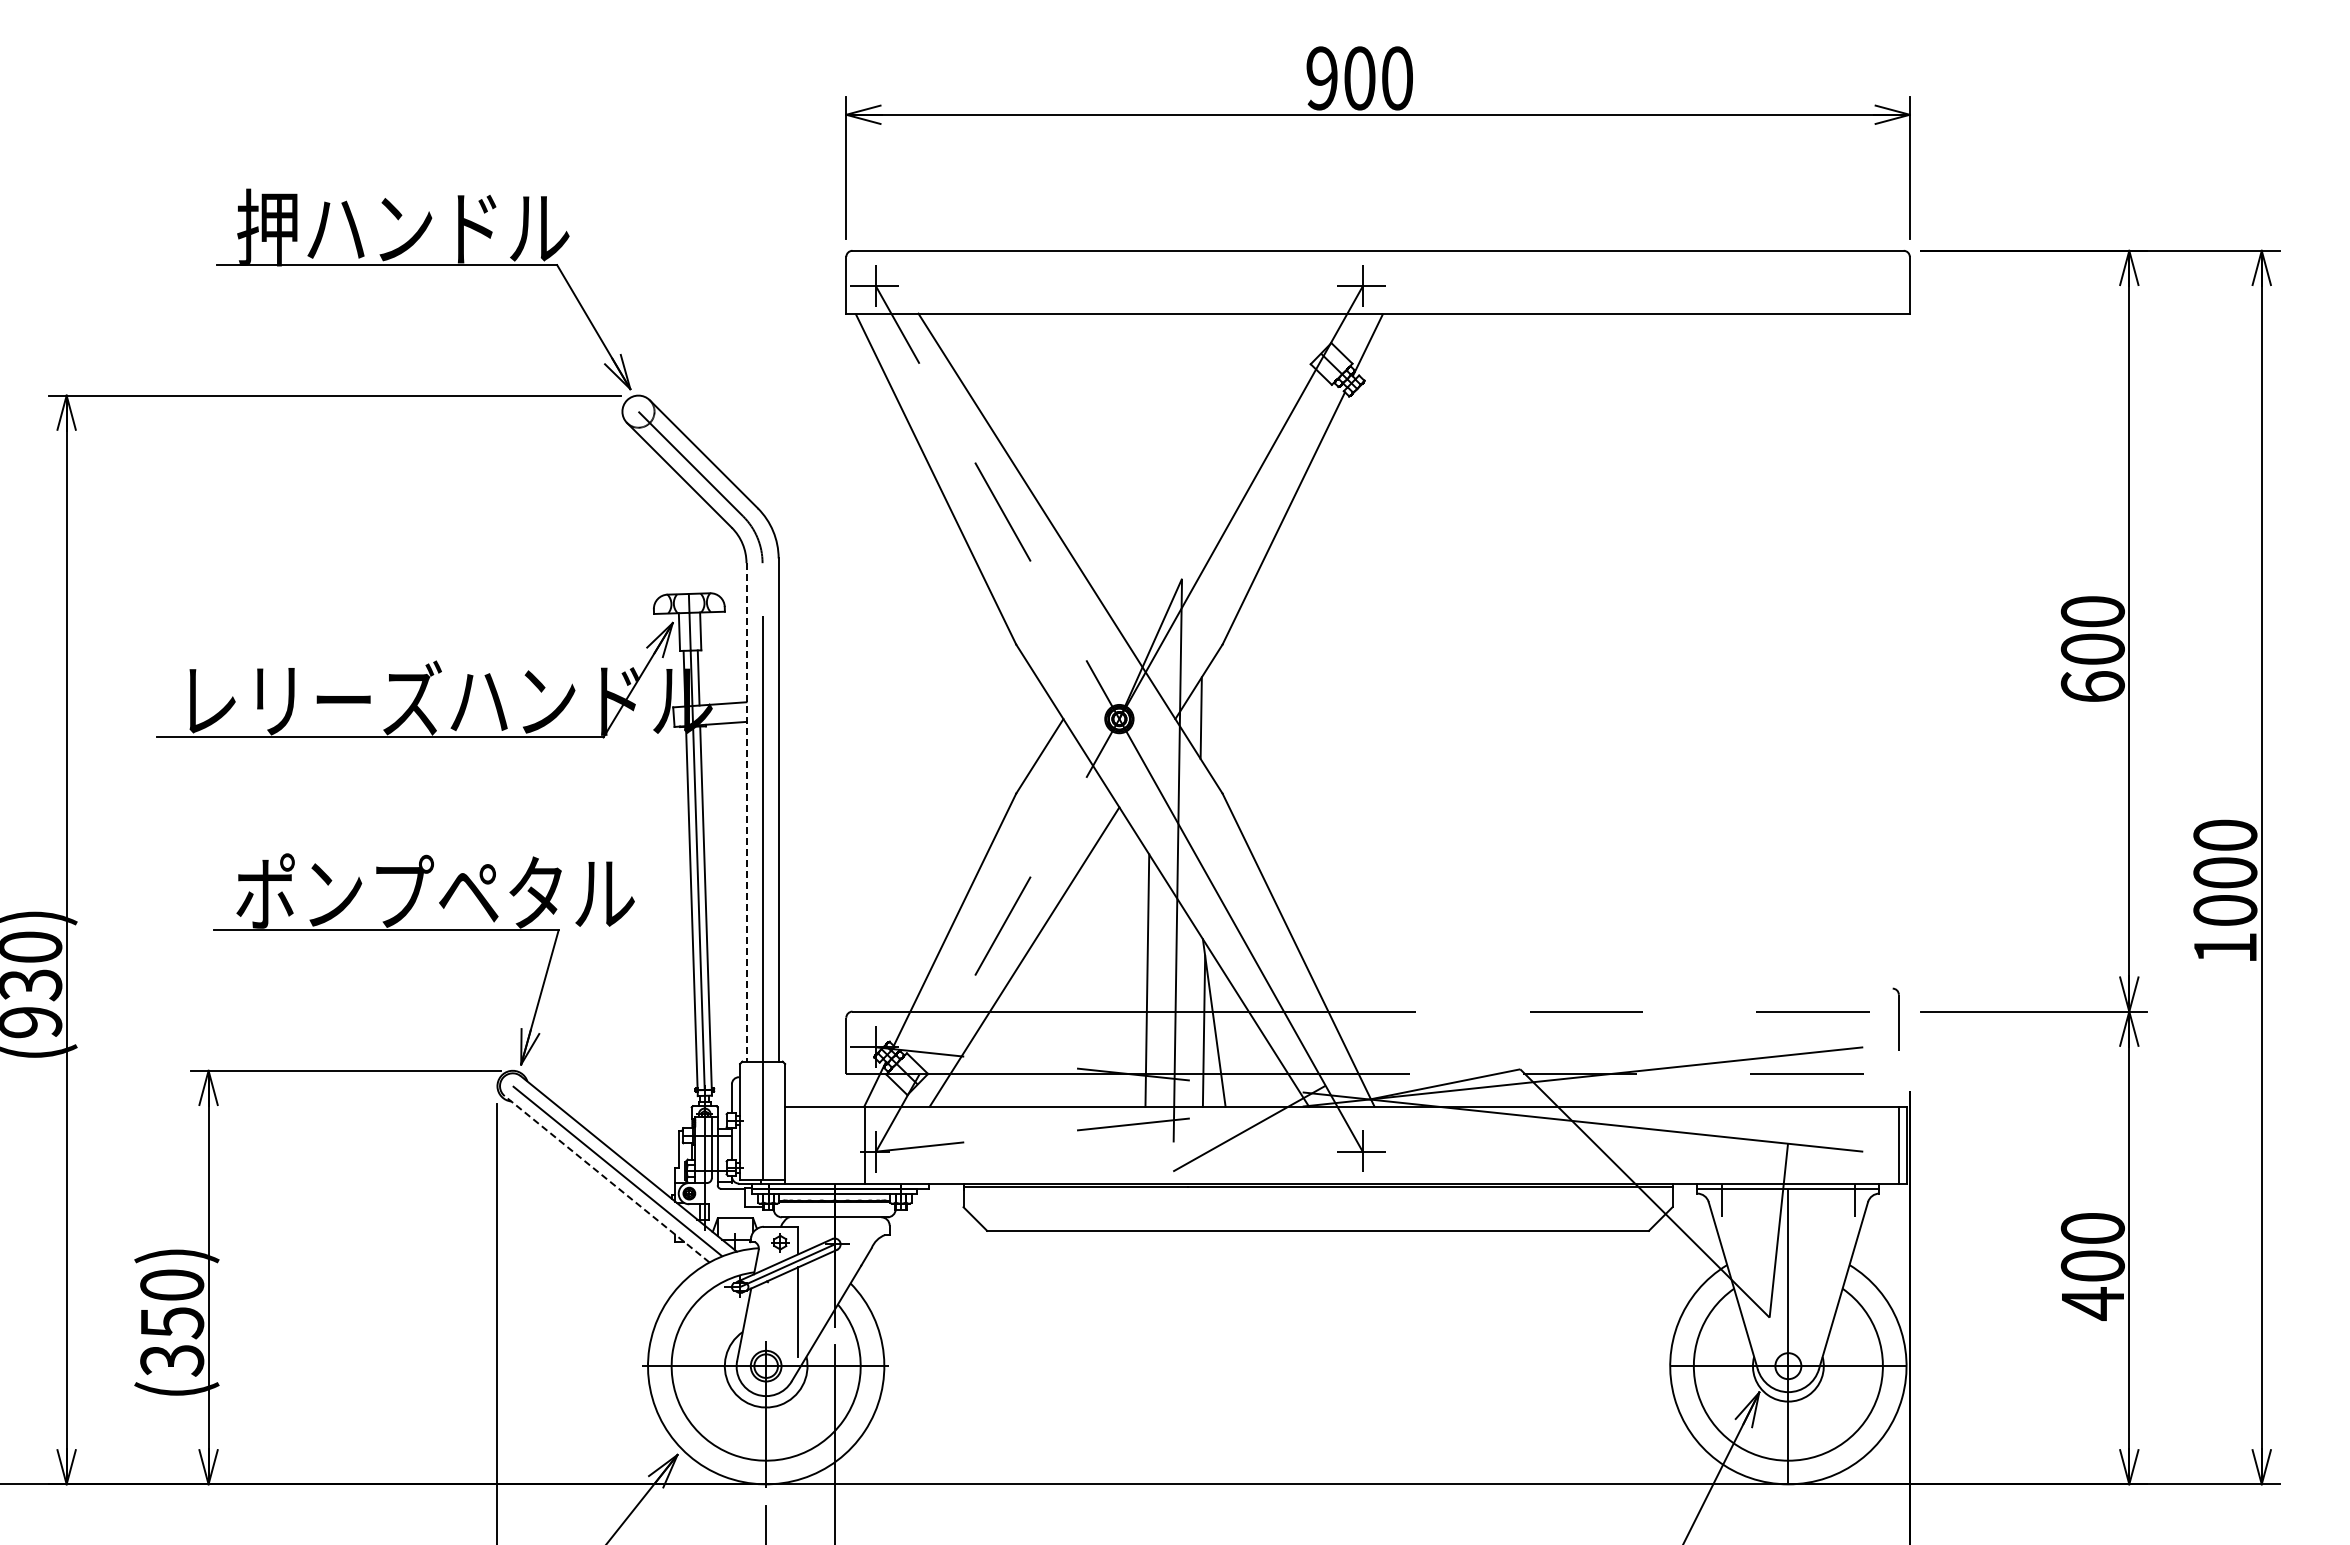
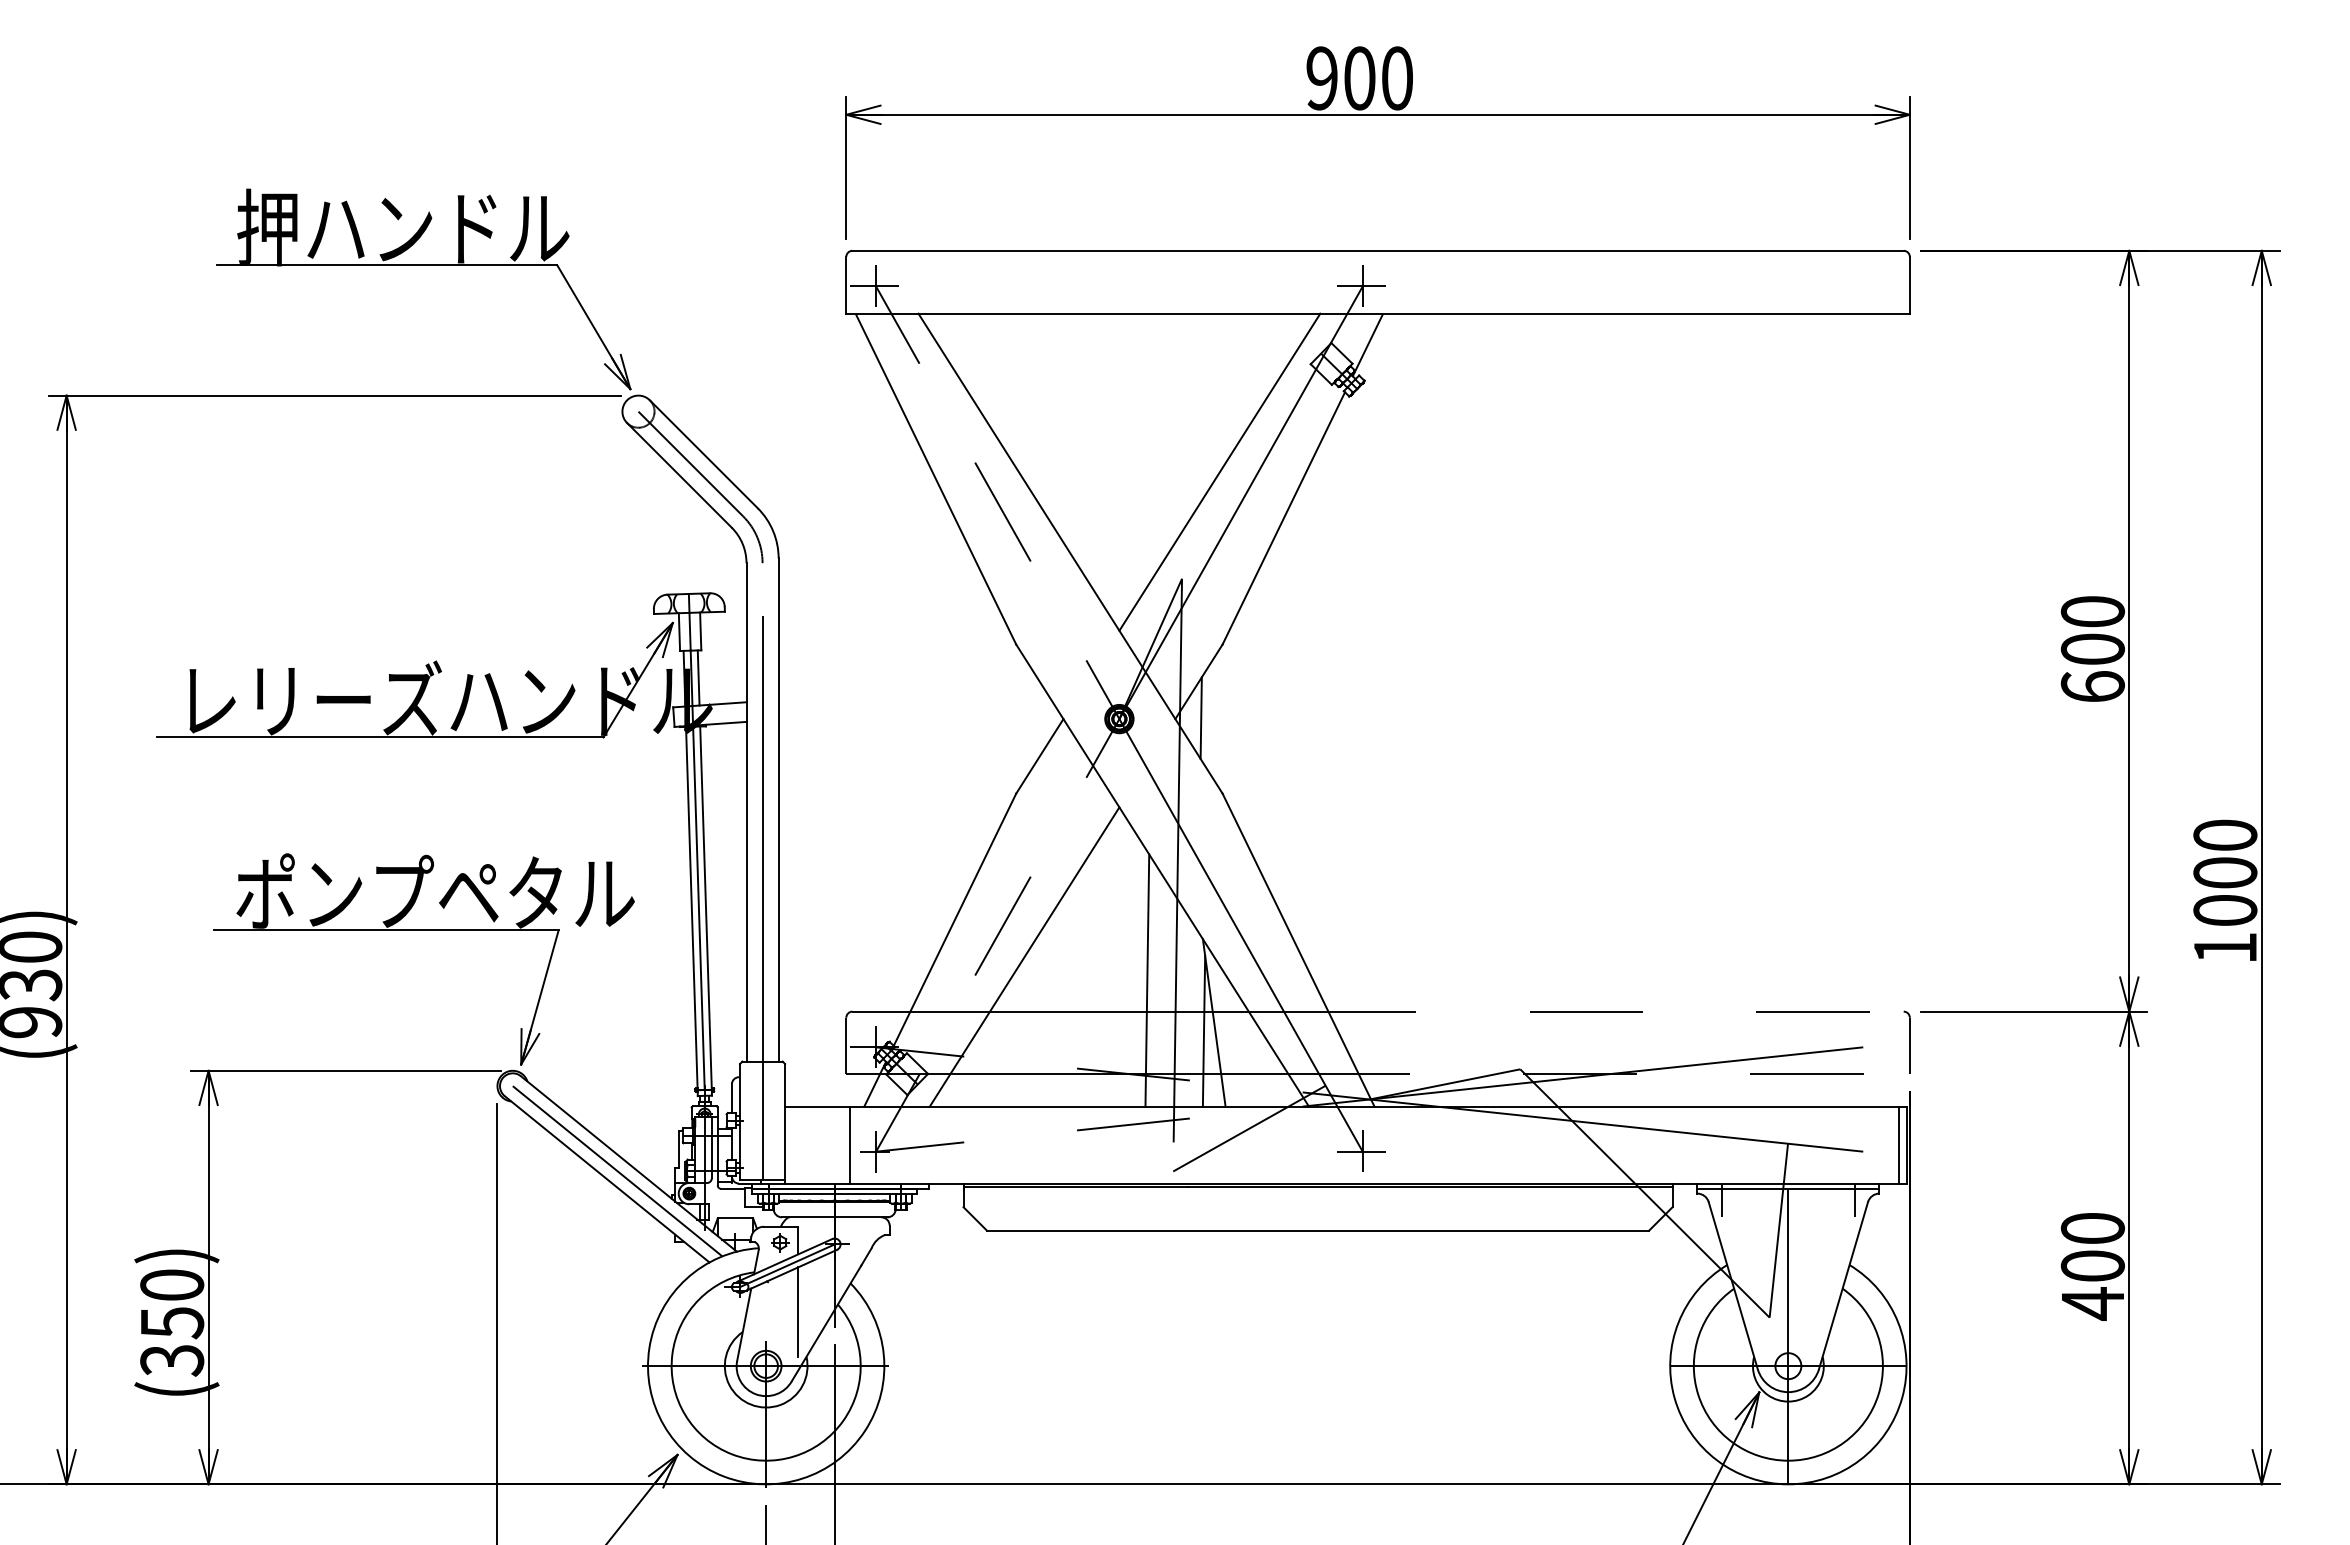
line at (1219, 471): none -> present
line at (746, 812): dashed -> solid
part at (1895, 1018) position: (1895, 1018) -> (1906, 1041)
line at (865, 1144) position: (865, 1144) -> (850, 1144)
line at (607, 1179): dashed -> solid
